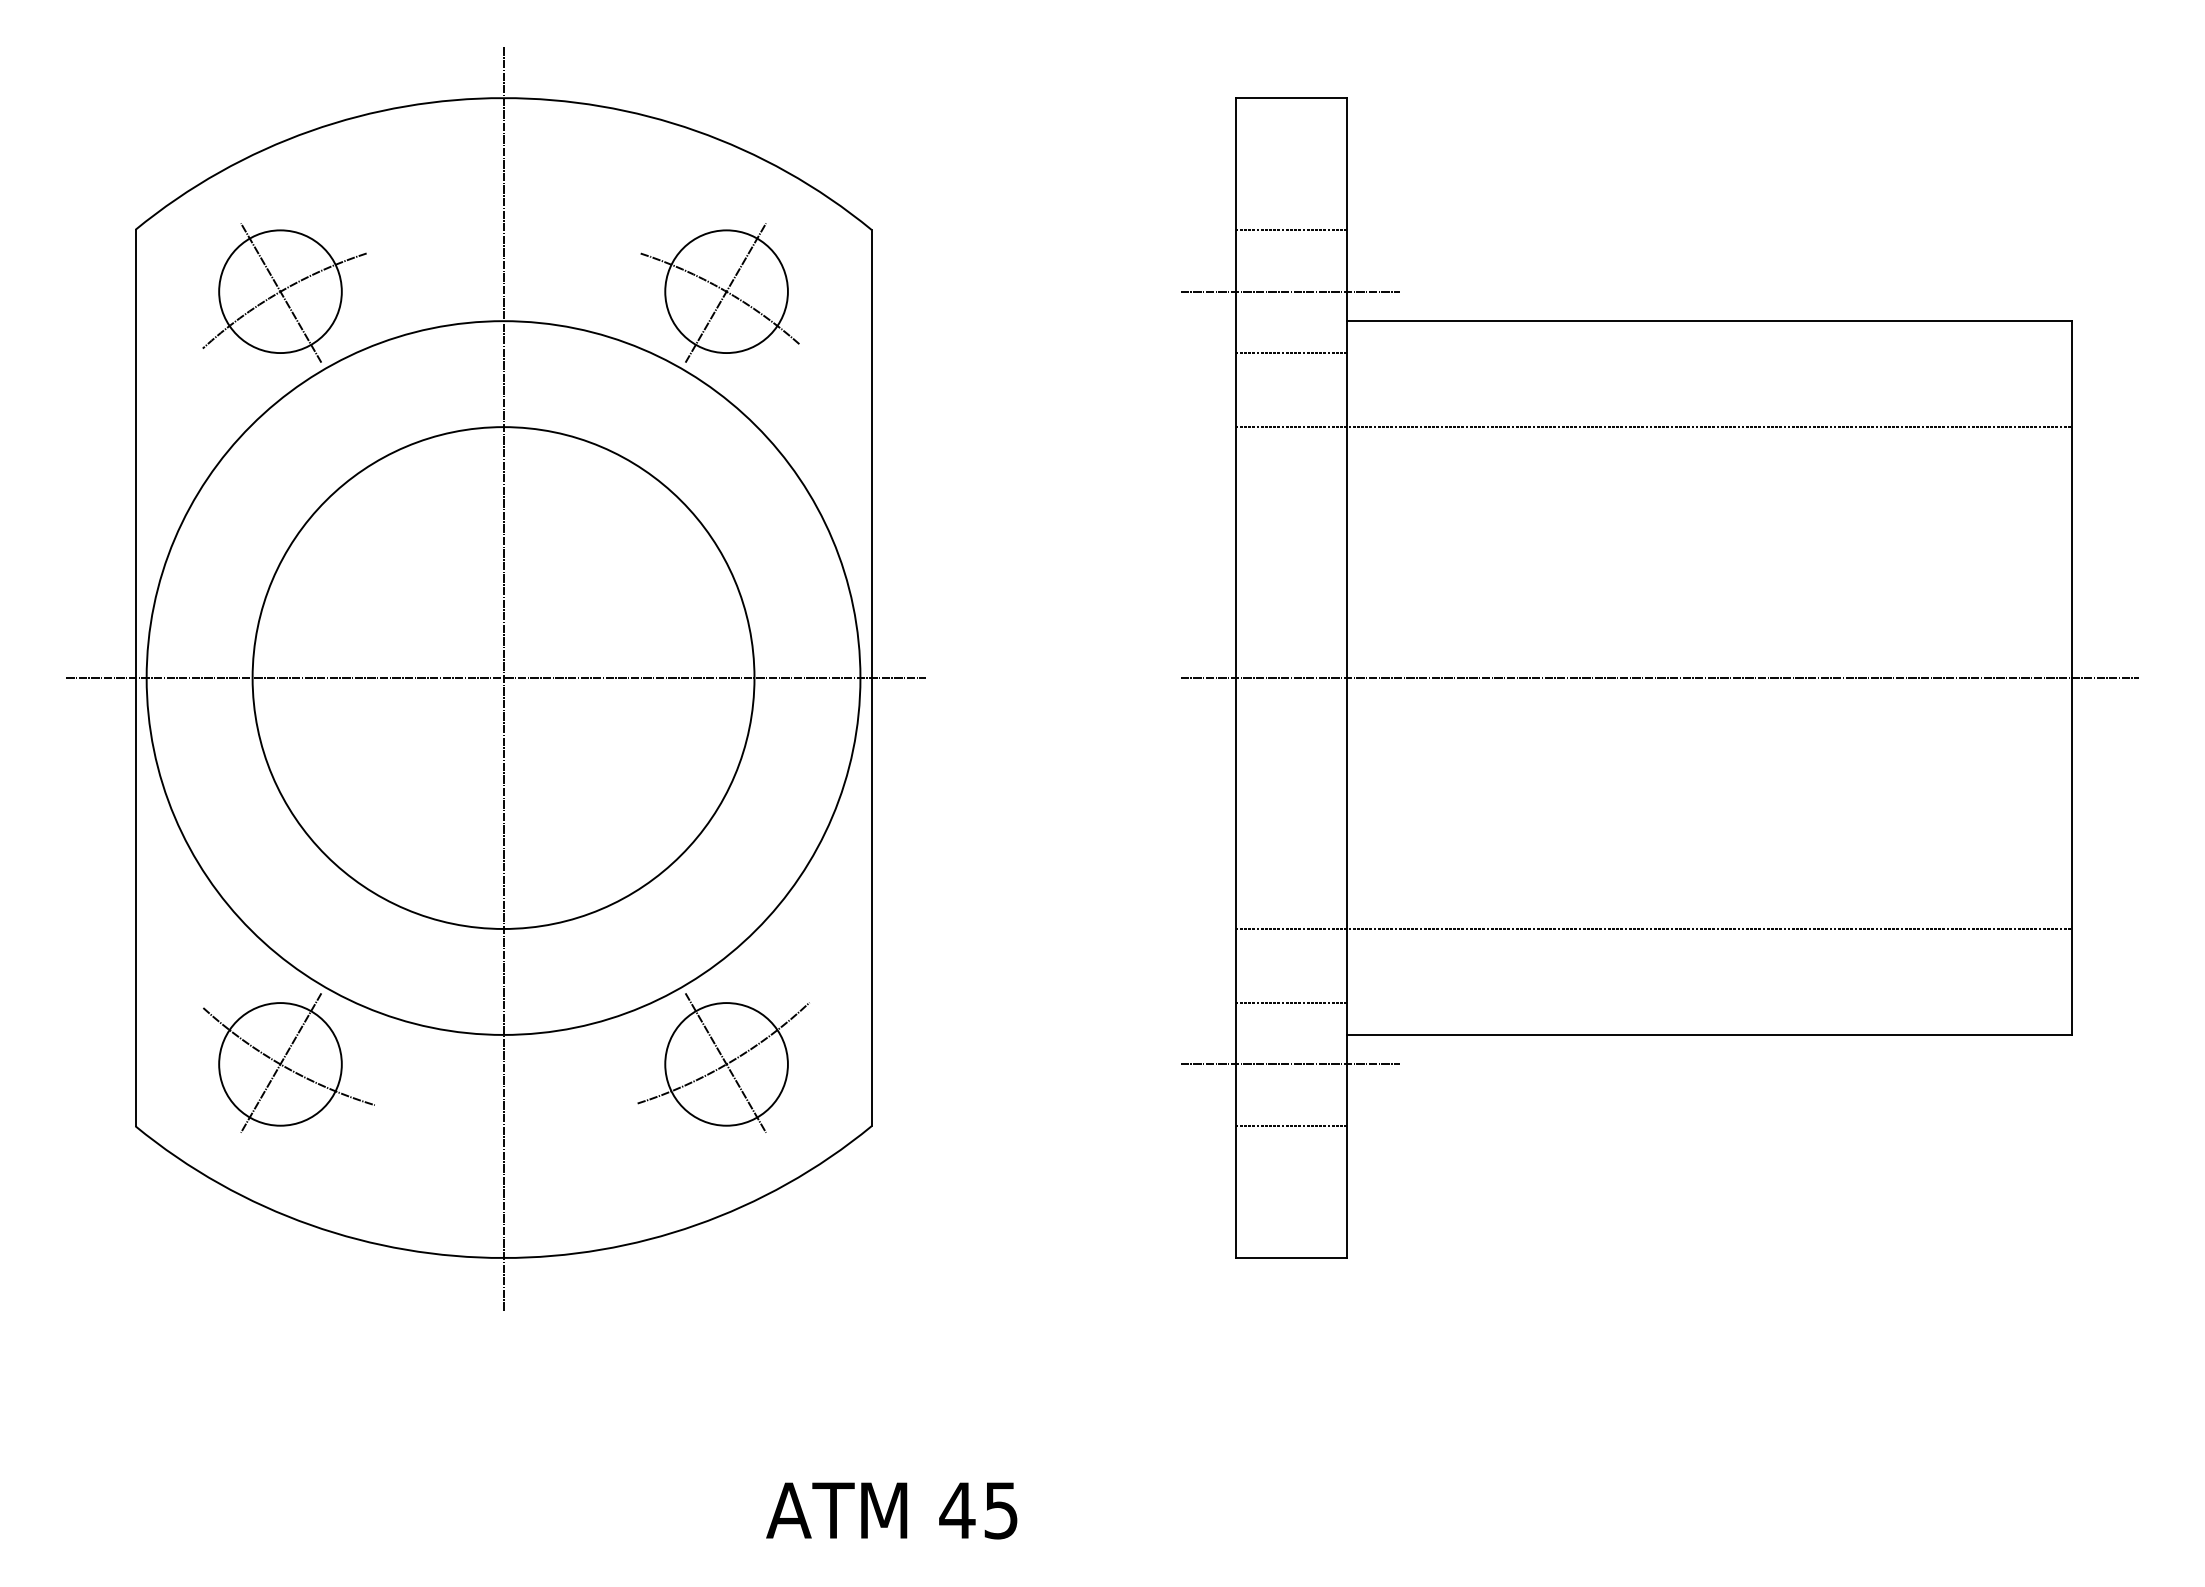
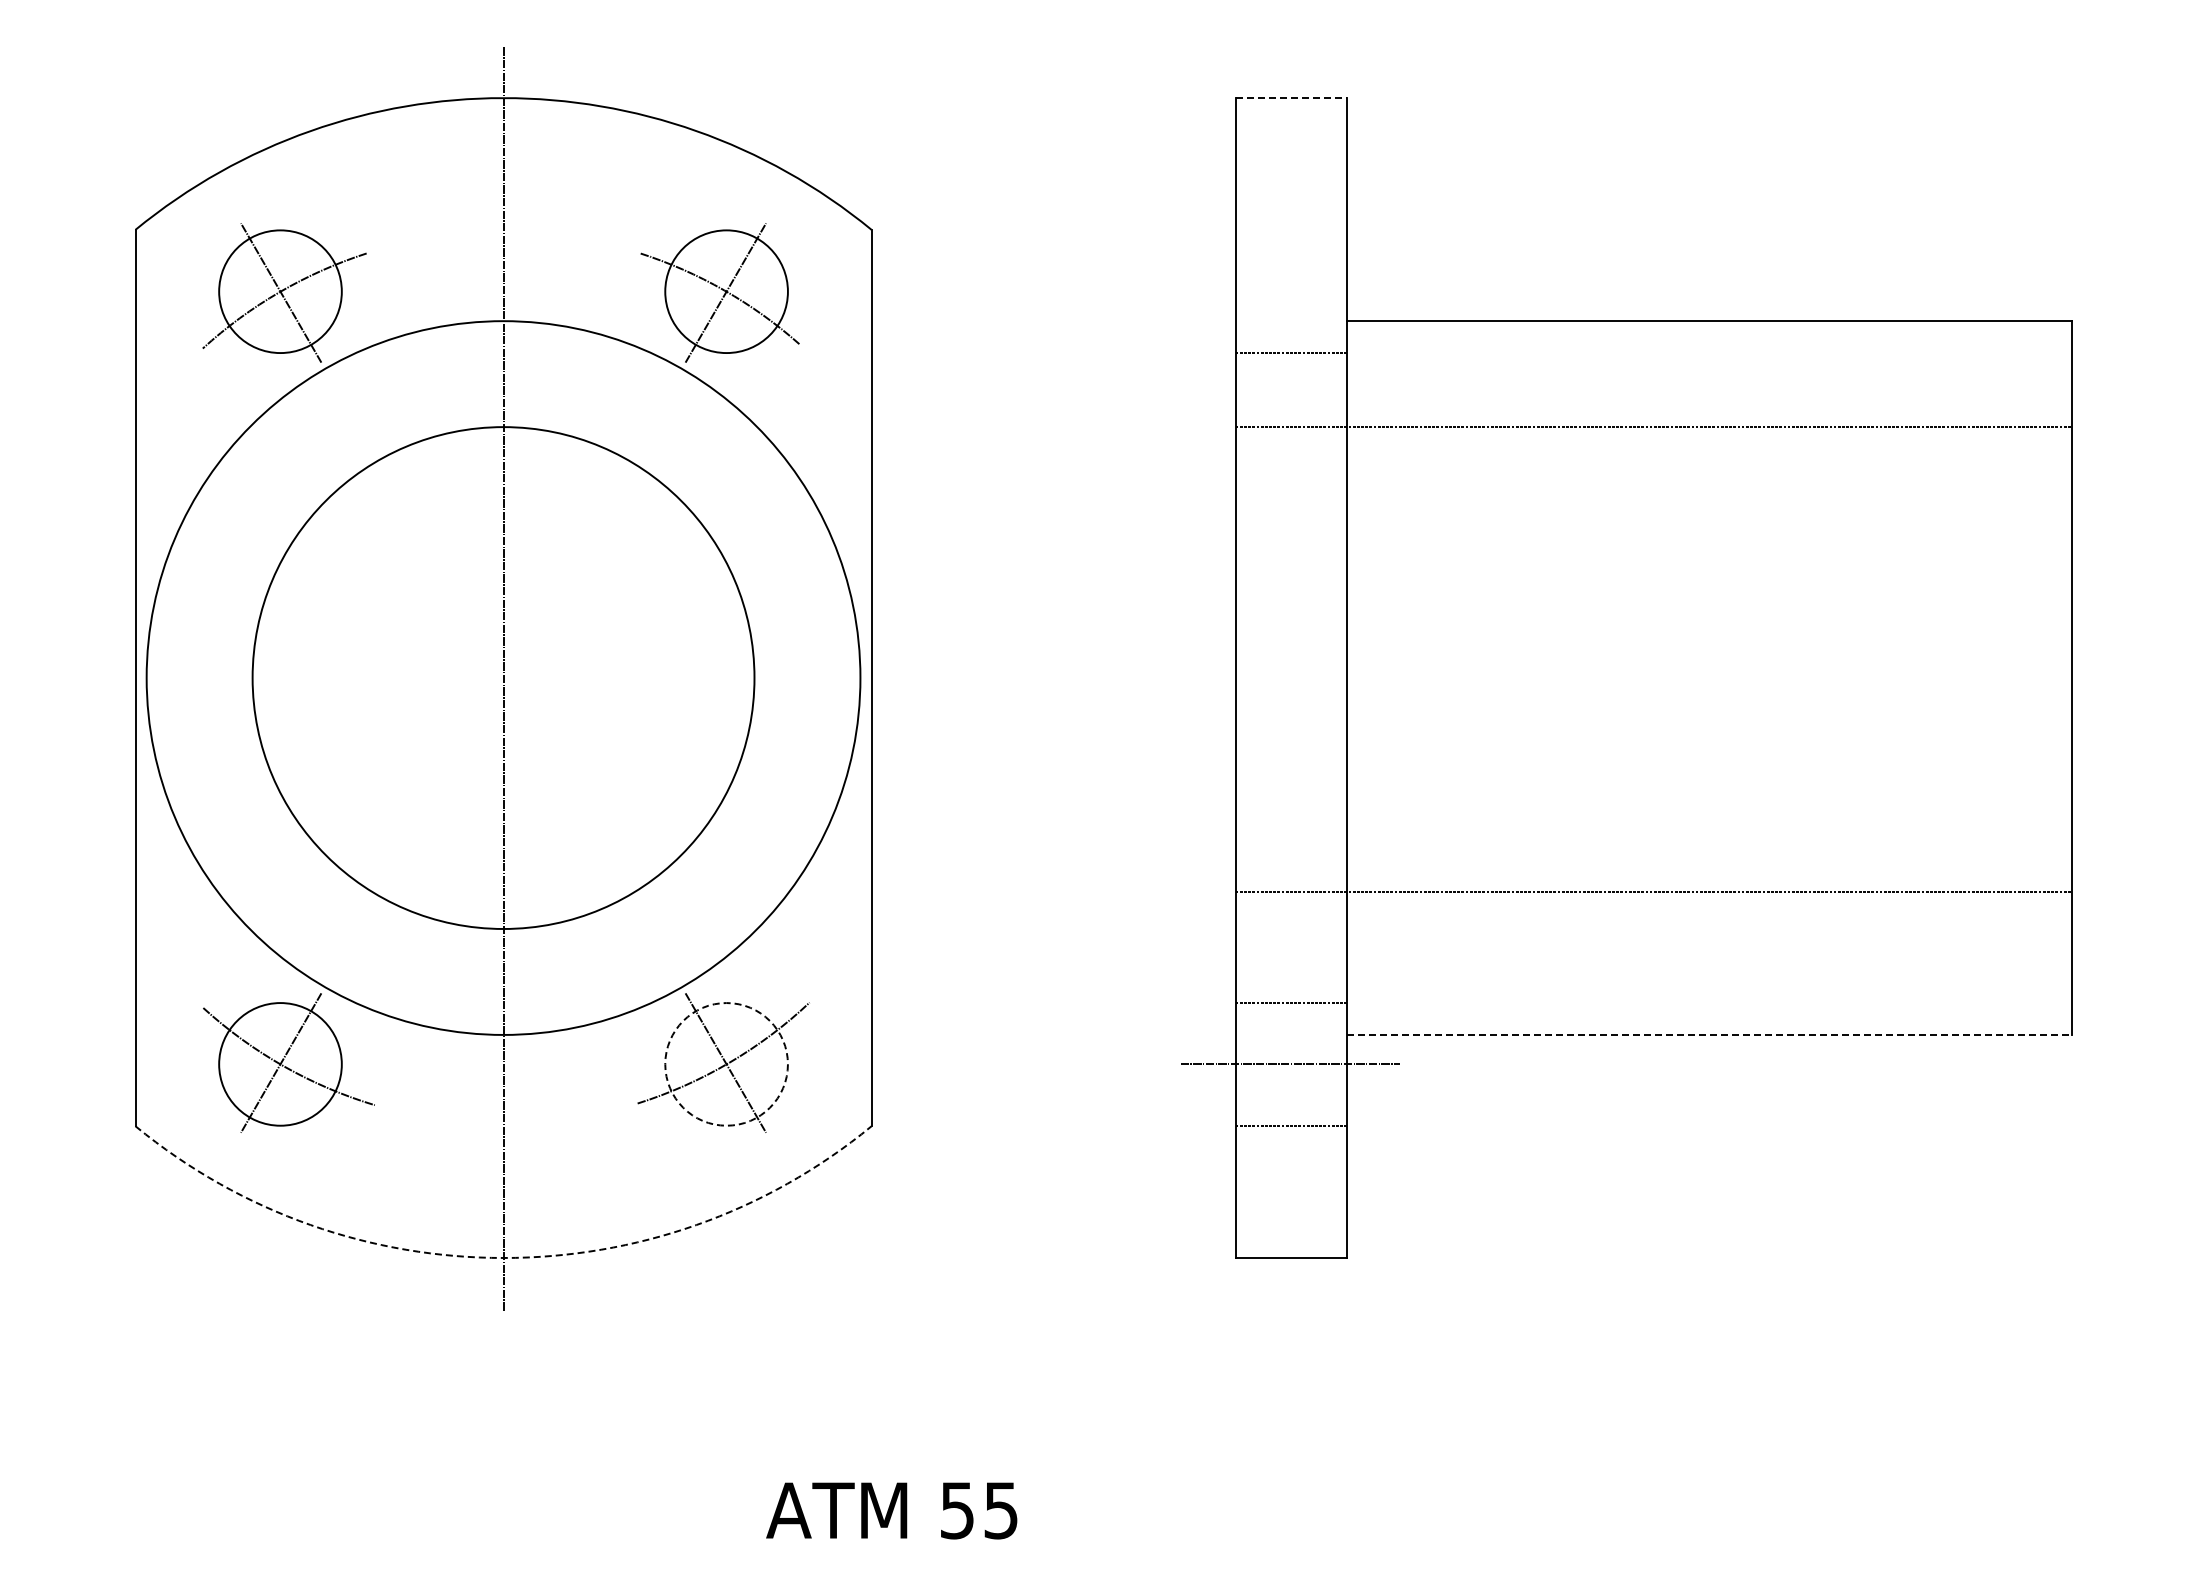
line at (1291, 98): solid -> dashed
line at (1291, 230): present -> none
line at (1289, 291): present -> none
line at (495, 678): present -> none
line at (1659, 678): present -> none
line at (1653, 928) position: (1653, 928) -> (1653, 891)
line at (1710, 1034): solid -> dashed
circle at (726, 1064): solid -> dashed
arc at (503, 1258): solid -> dashed
text at (957, 1510): 45 -> 55
